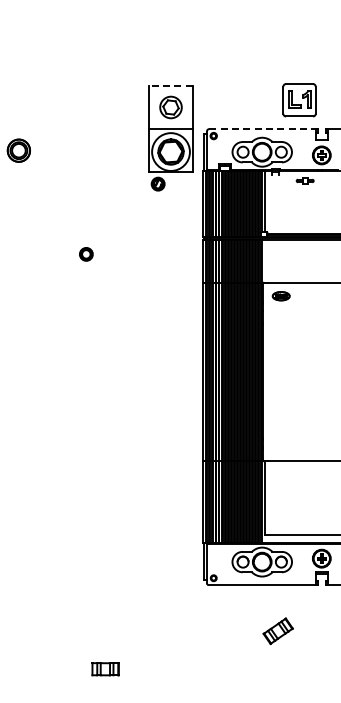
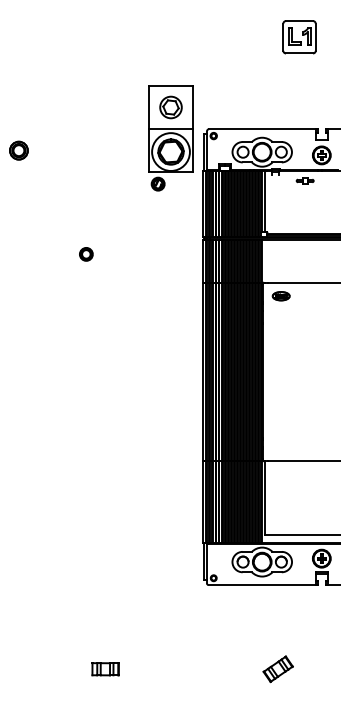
line at (171, 85): dashed -> solid
part at (299, 100) position: (299, 100) -> (299, 37)
line at (263, 129): dashed -> solid
part at (18, 150) size: 25x25 px -> 20x21 px
part at (277, 631) position: (277, 631) -> (277, 669)
